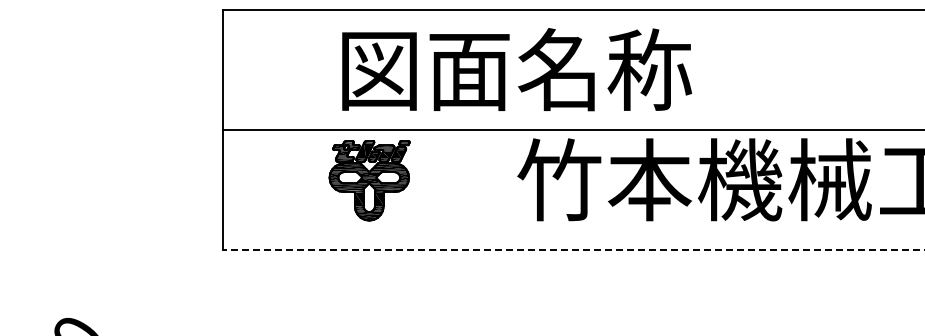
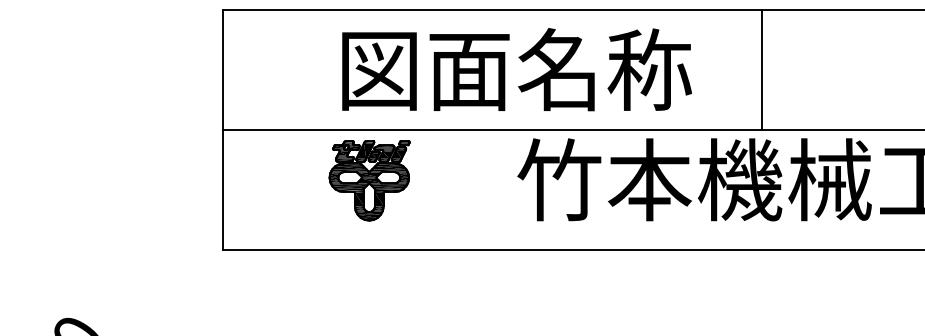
line at (761, 69): none -> present
line at (573, 249): dashed -> solid
